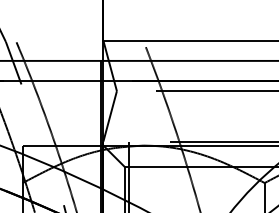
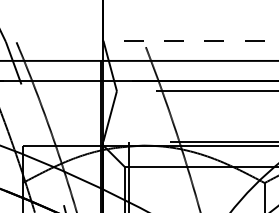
line at (190, 40): solid -> dashed
